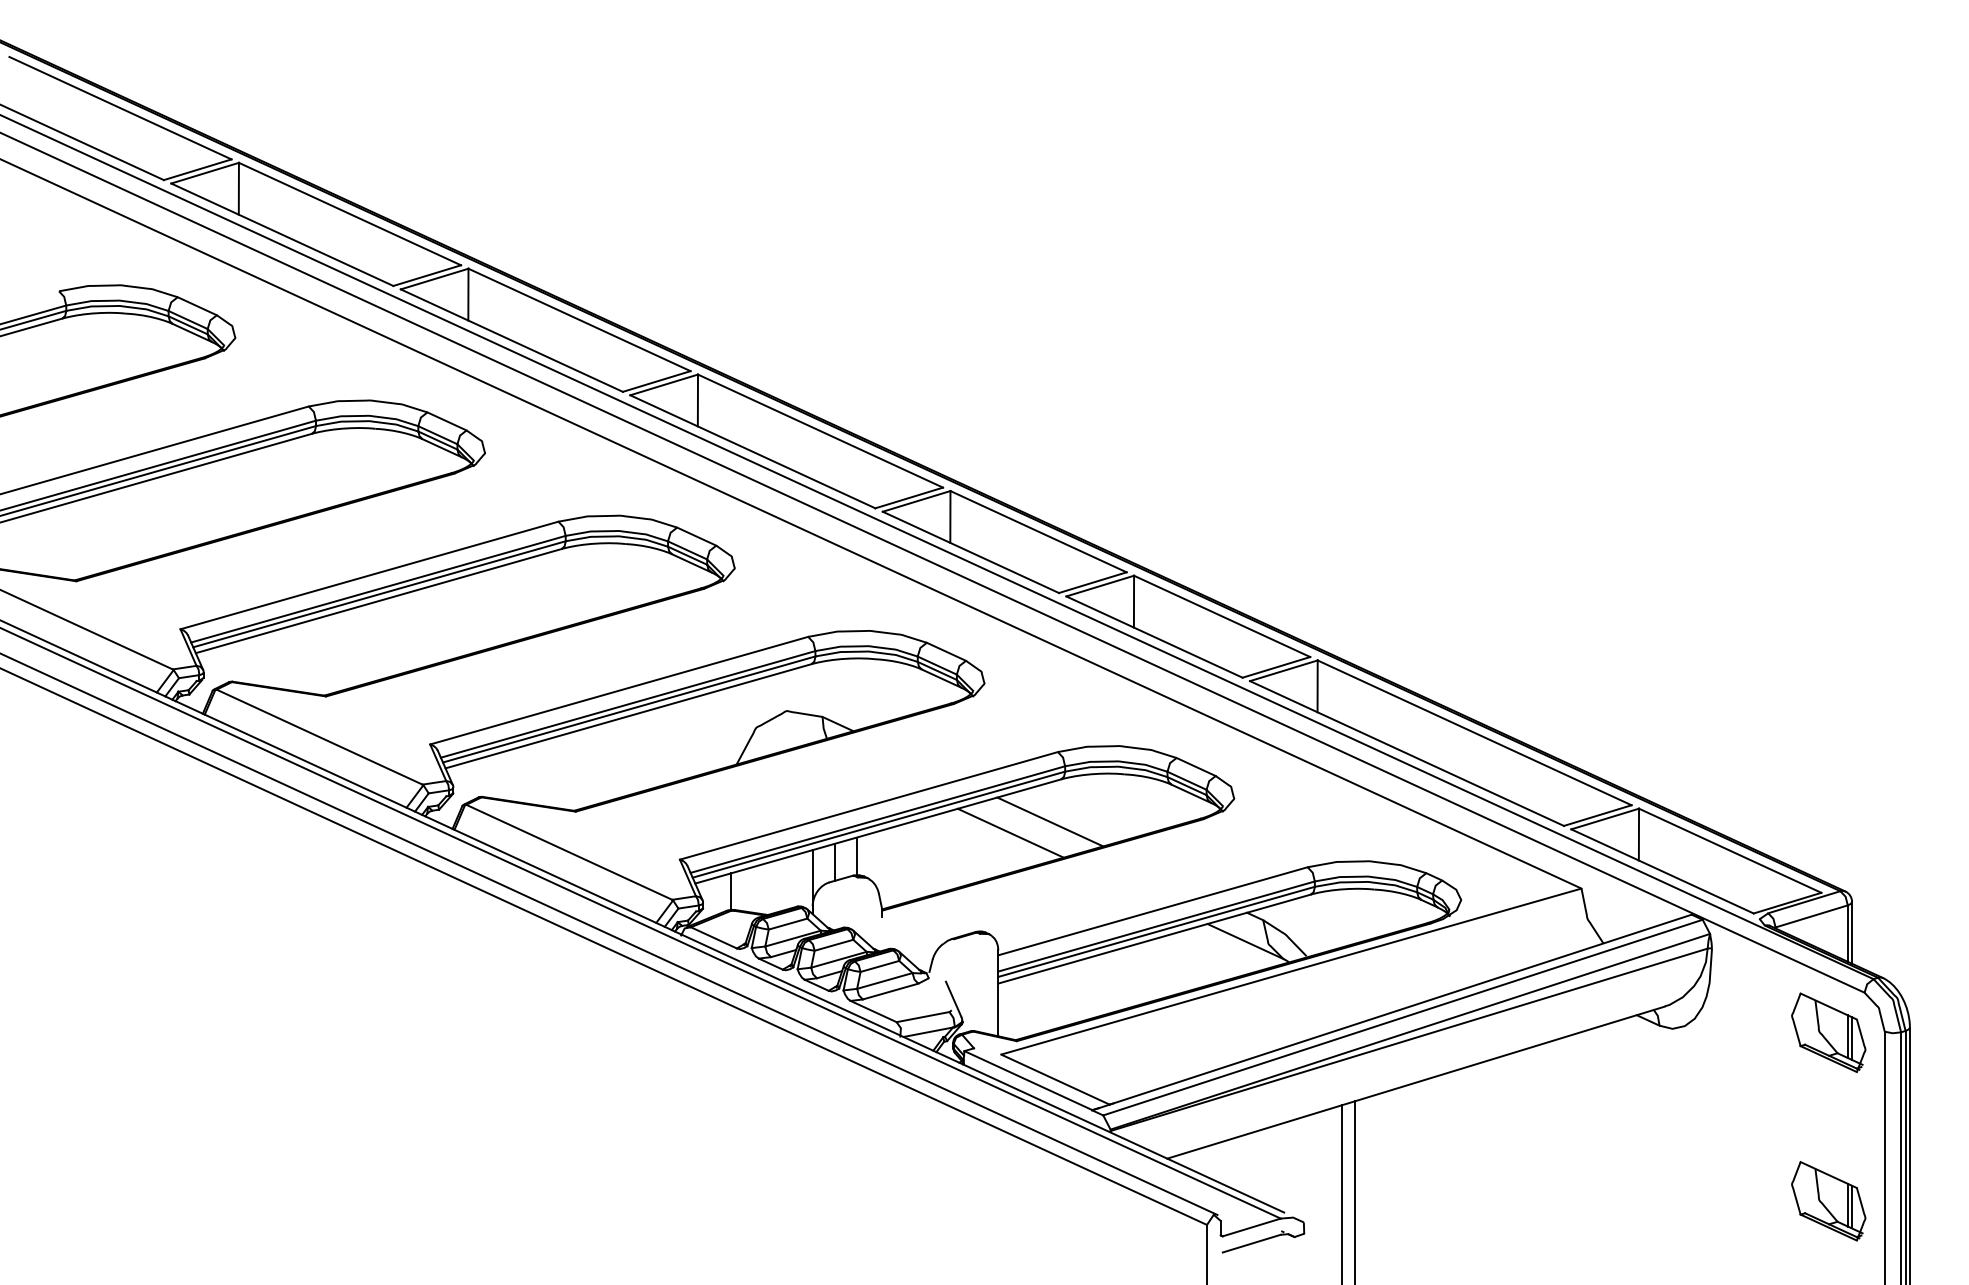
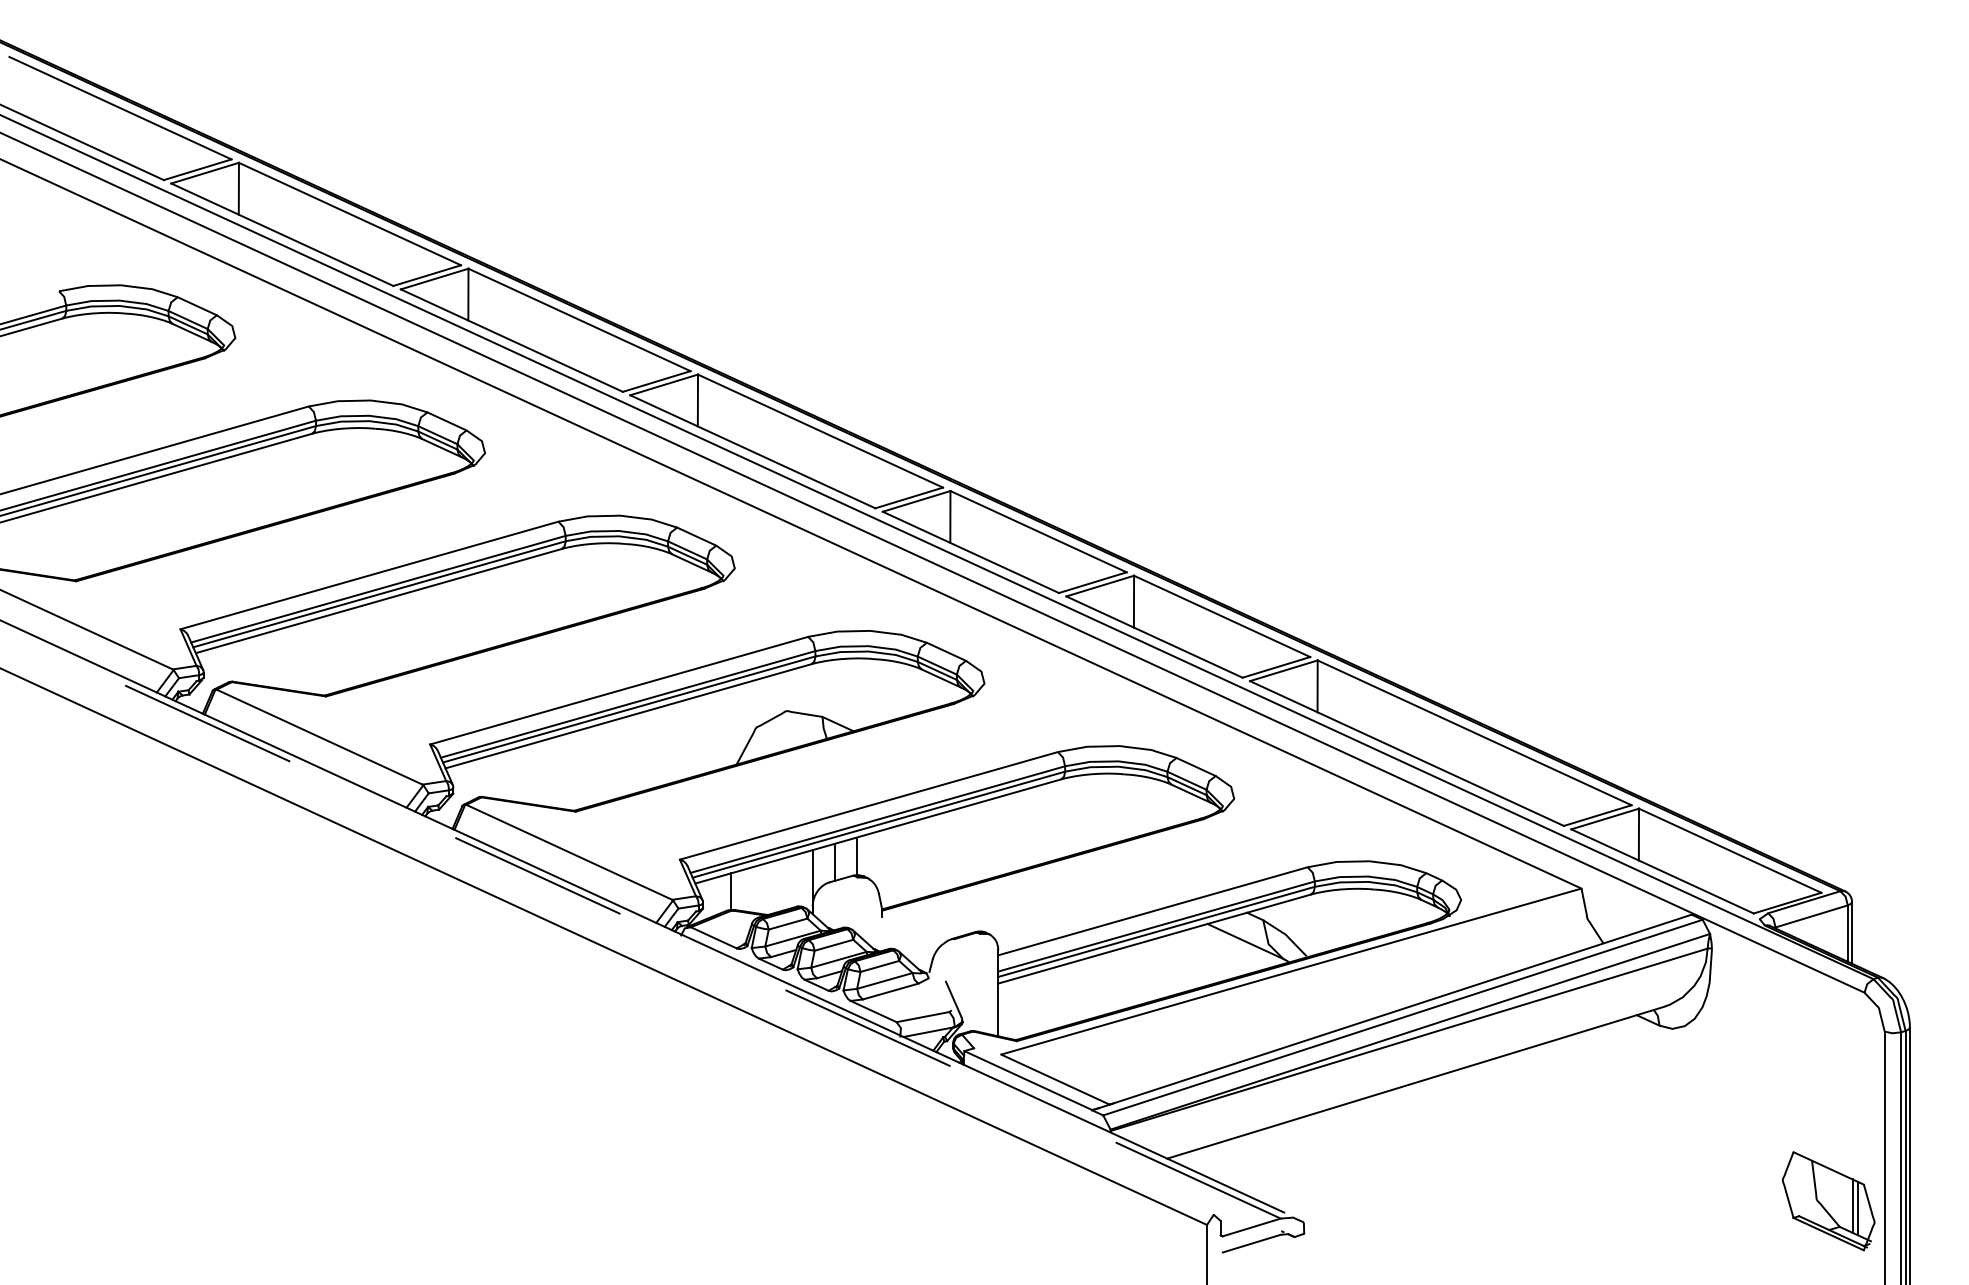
line at (1050, 821): present -> none
line at (1010, 832): present -> none
line at (640, 923): solid -> dashed
line at (609, 934): present -> none
part at (1828, 1032): present -> none
line at (1355, 1191): present -> none
line at (1341, 1193): present -> none
part at (1828, 1201) size: 76x81 px -> 94x101 px
